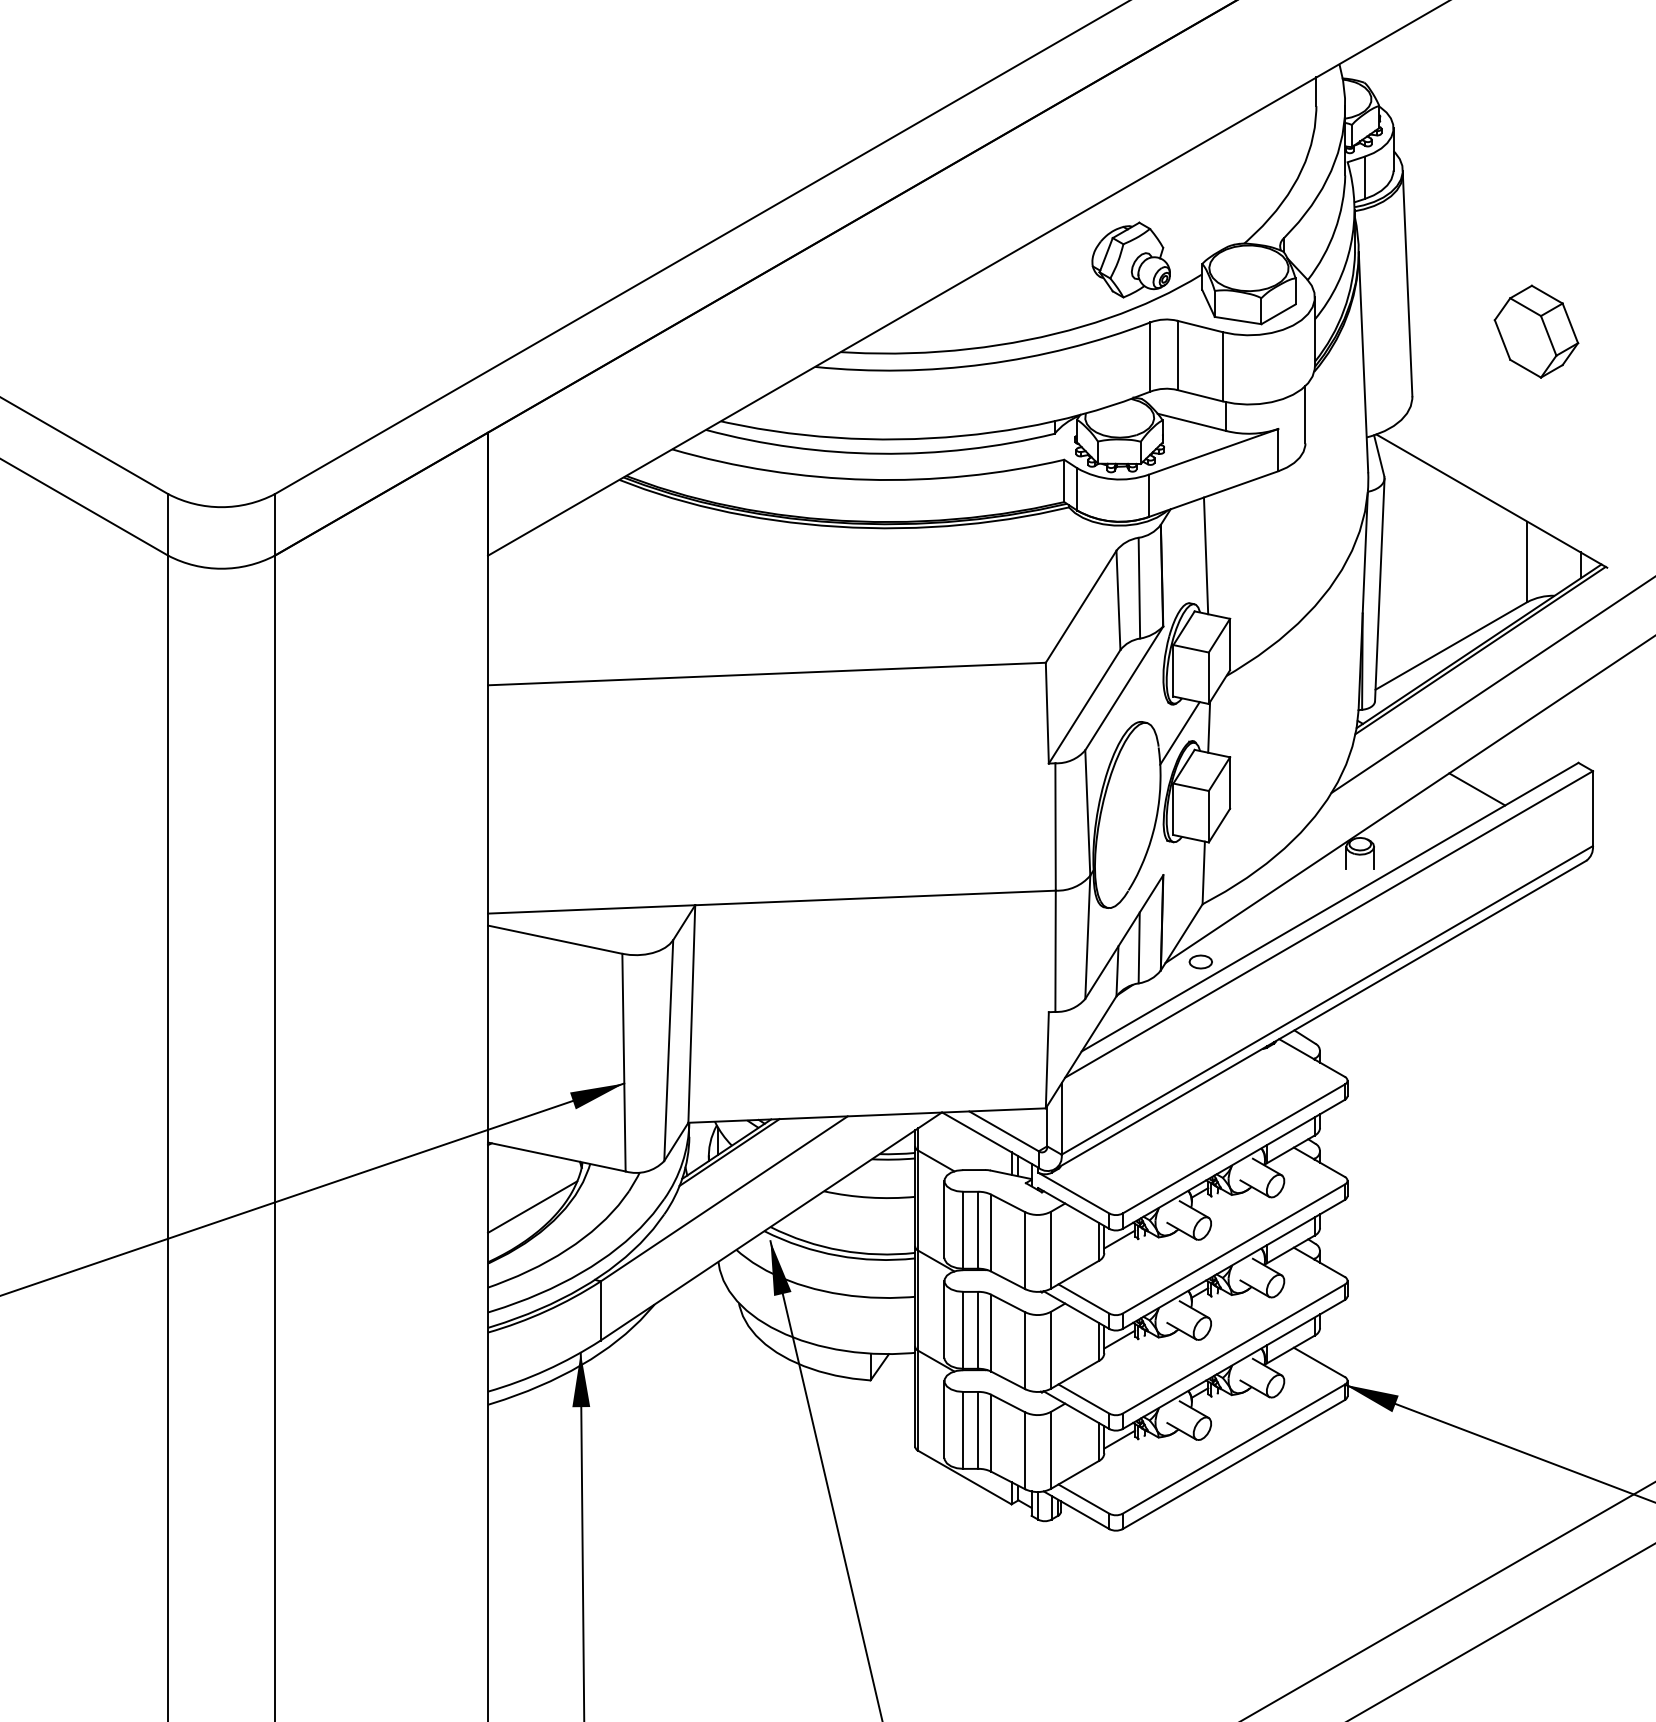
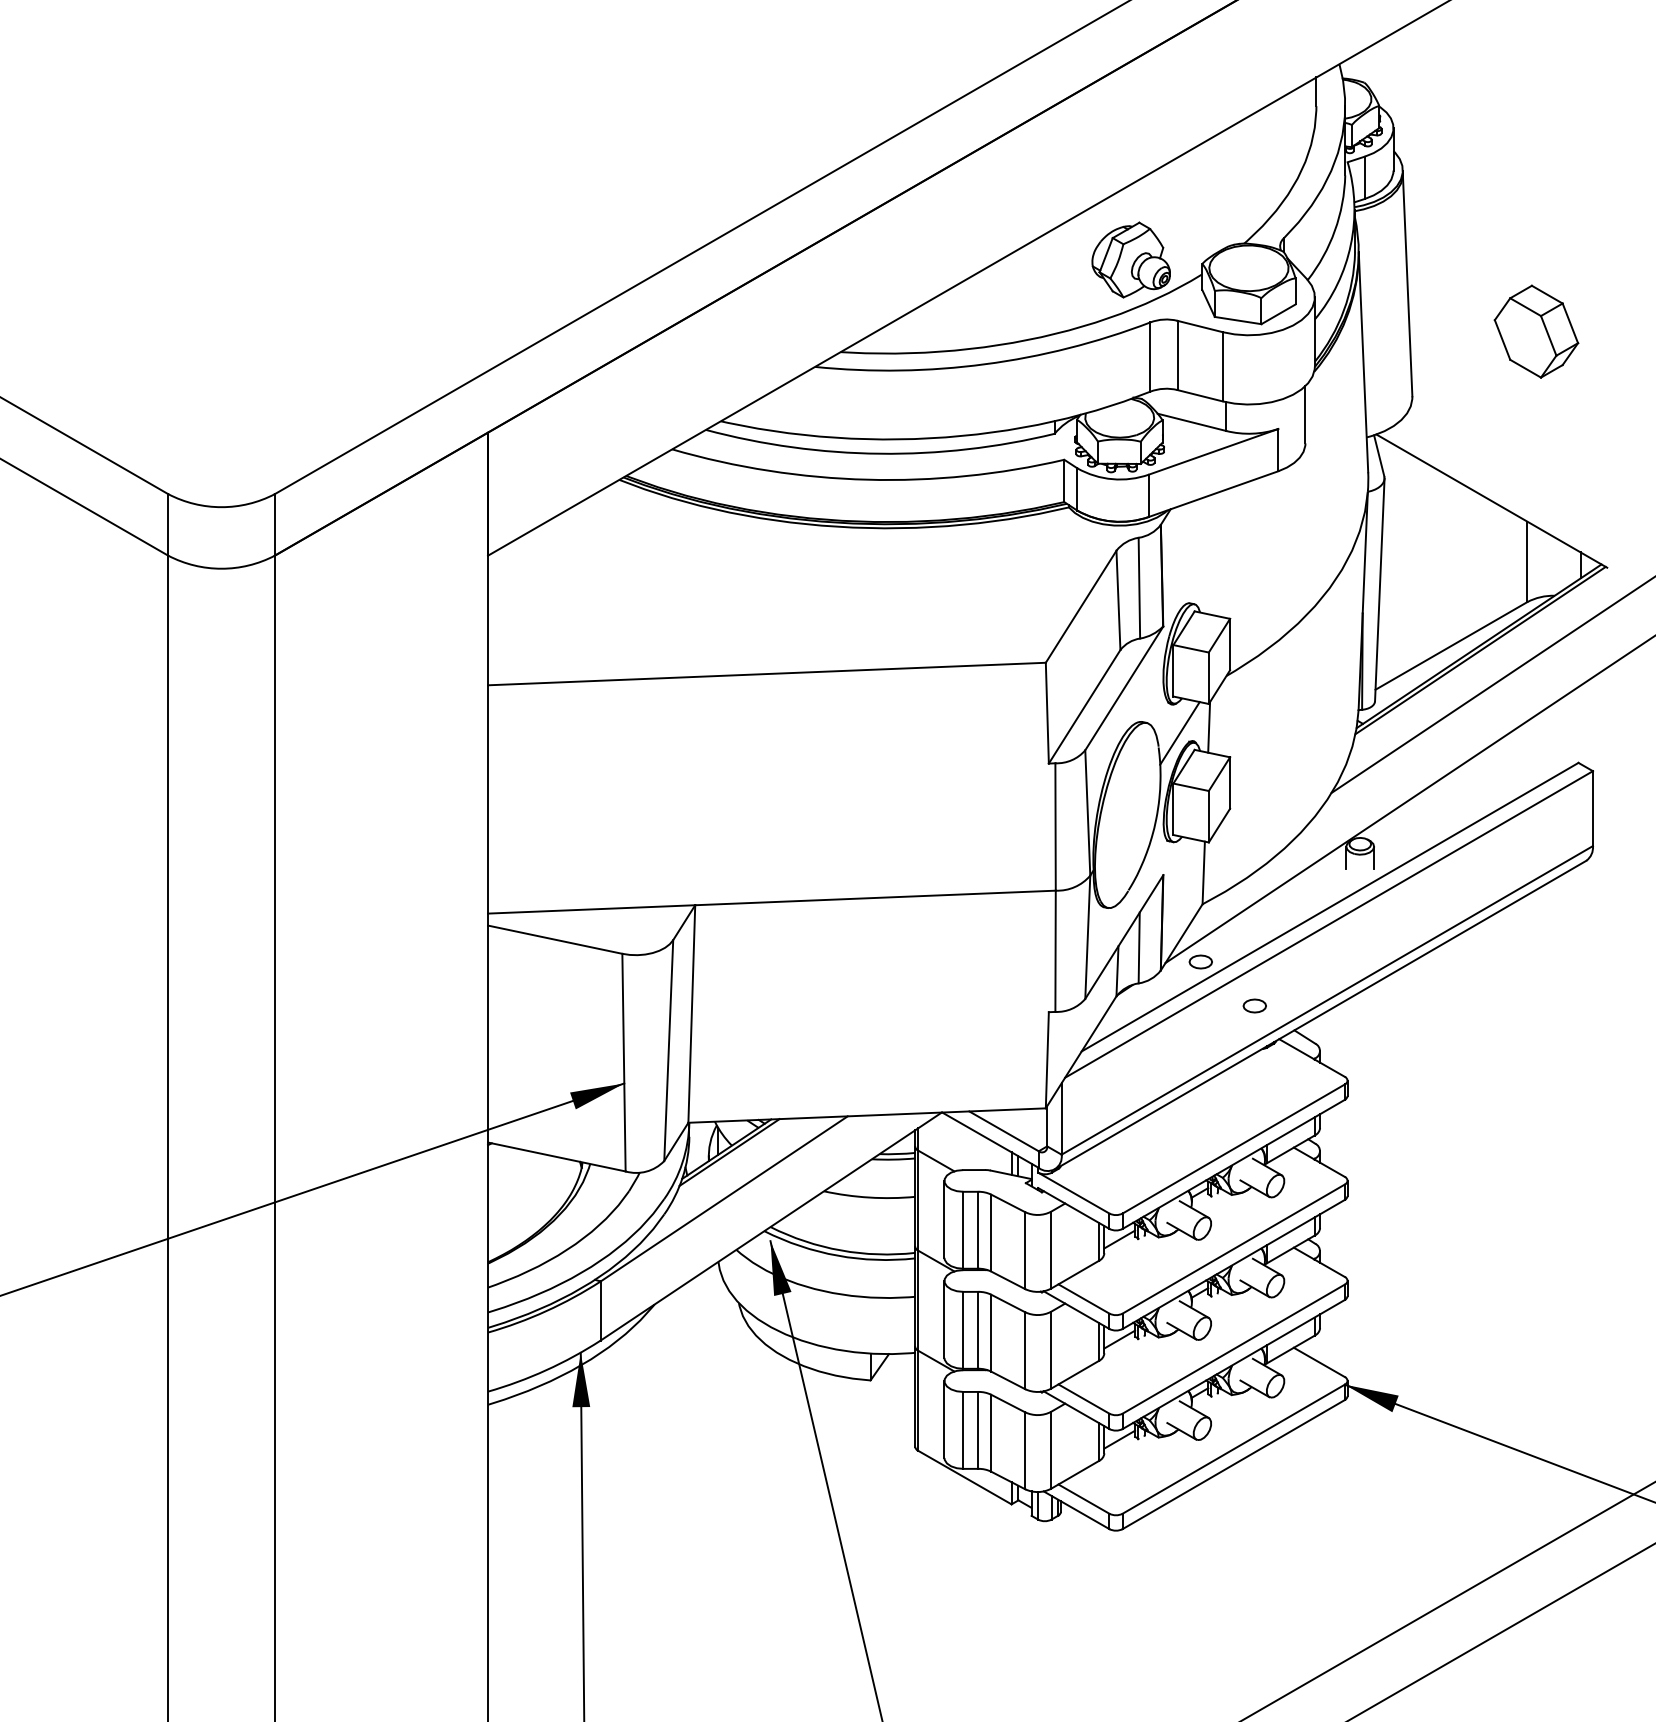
line at (1205, 555): present -> none
line at (1477, 789): present -> none
part at (1254, 1005): none -> present
line at (532, 1206): present -> none
